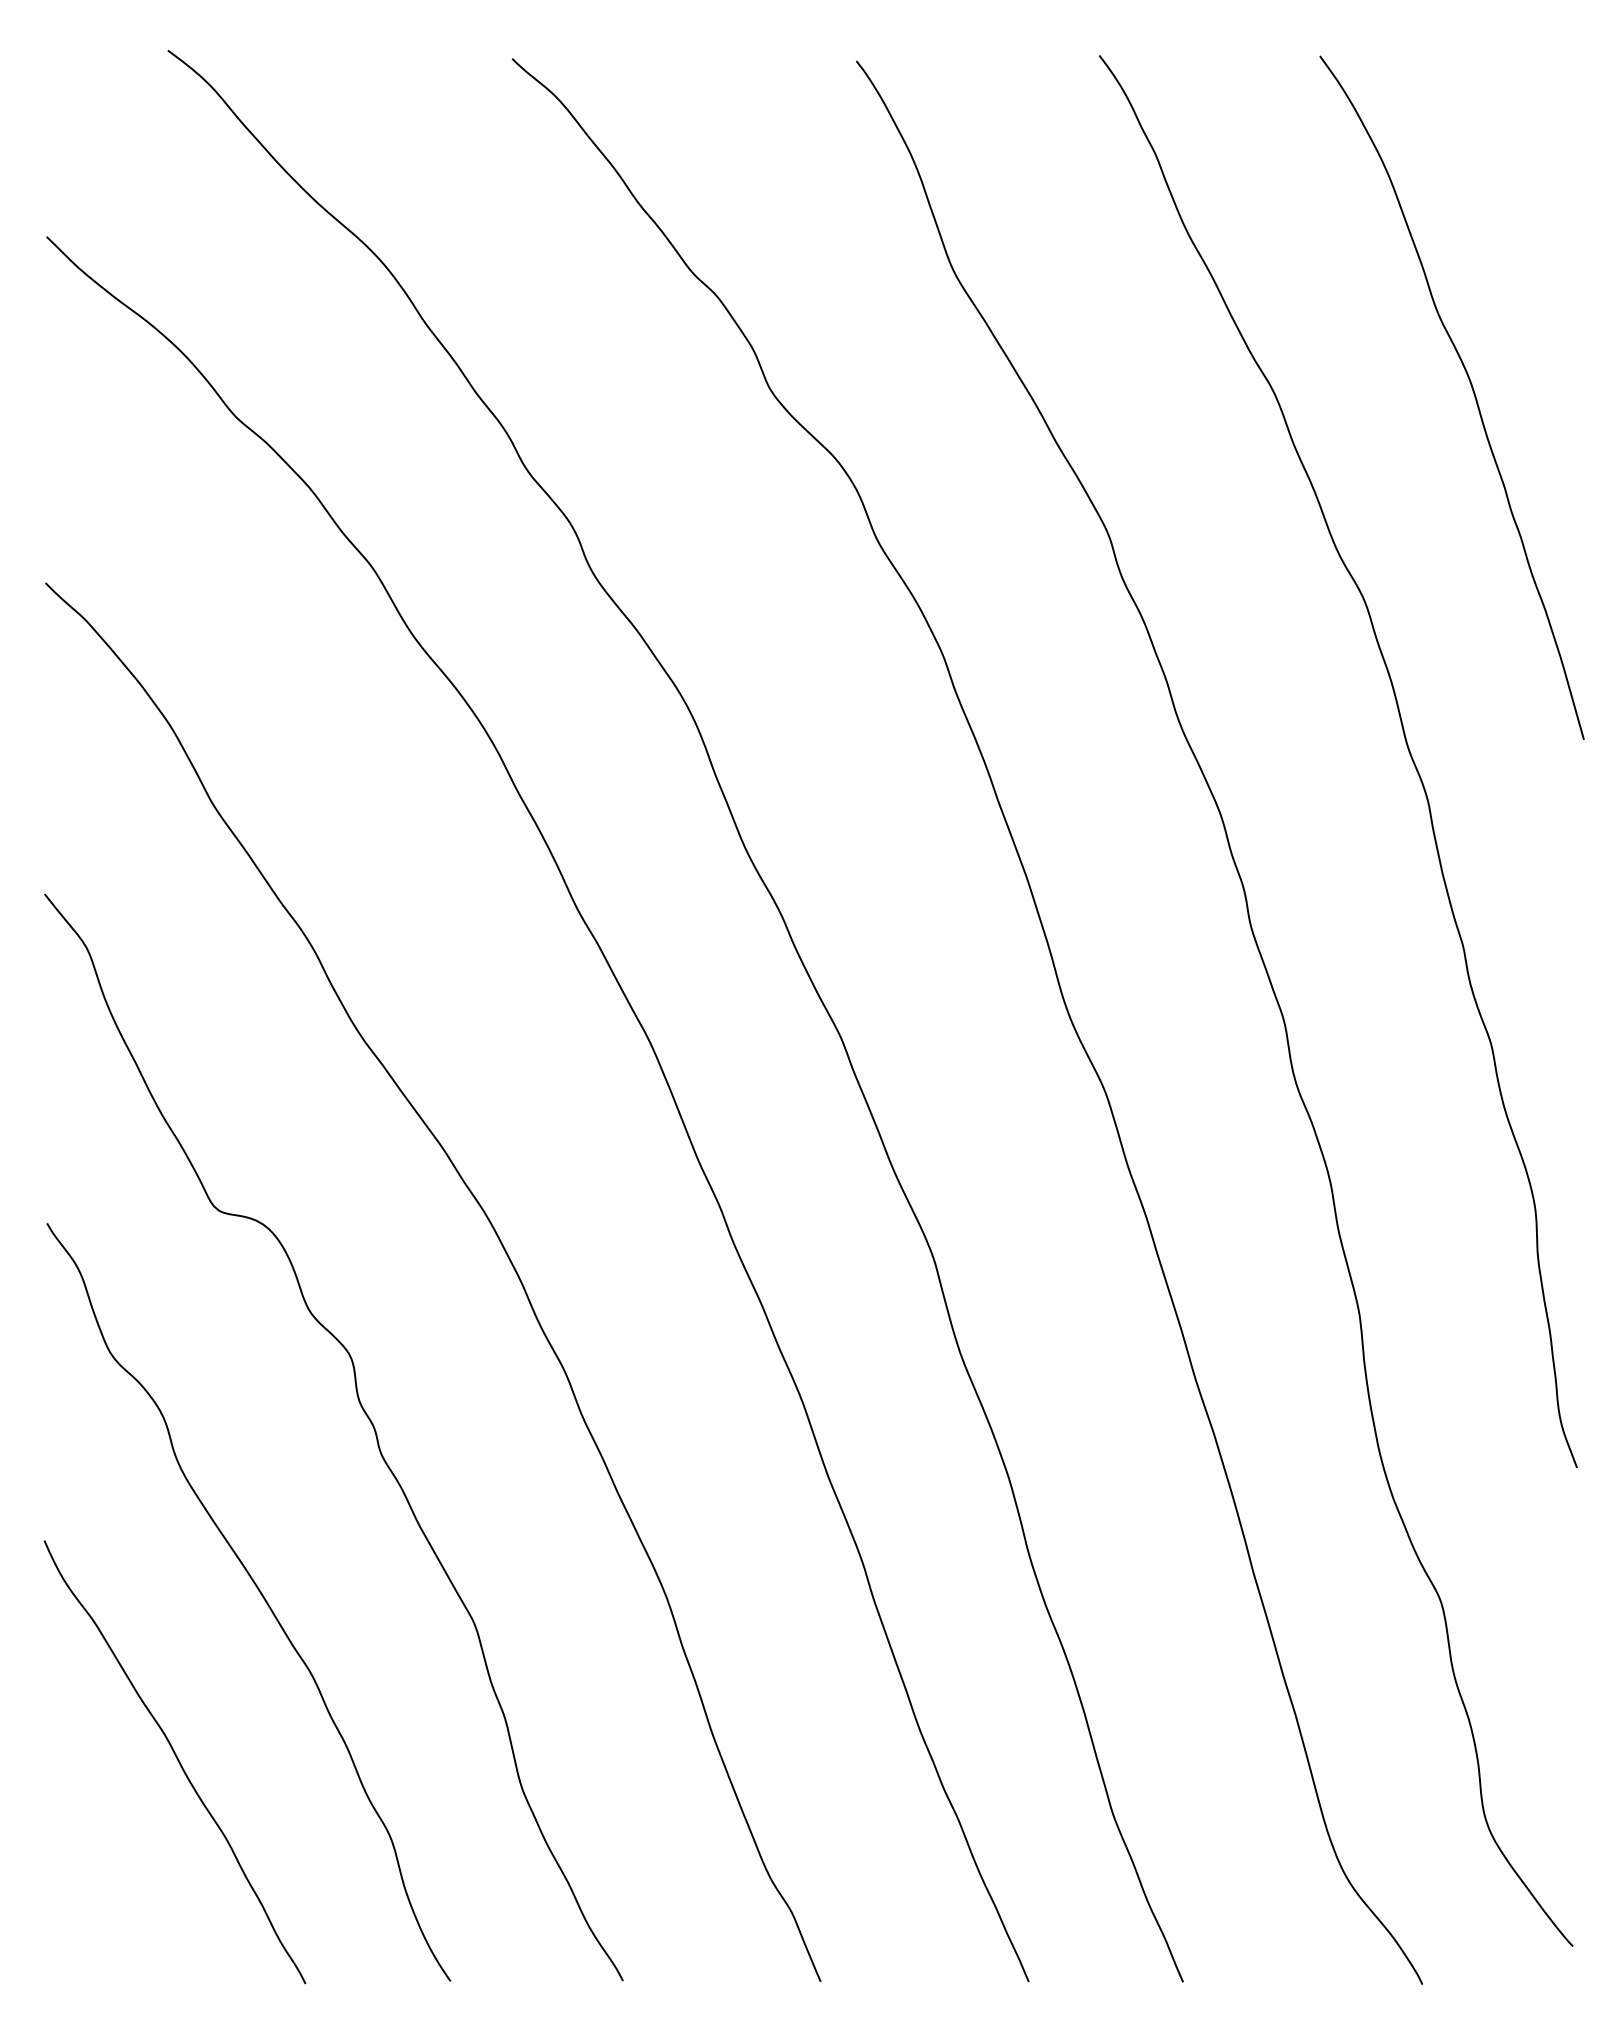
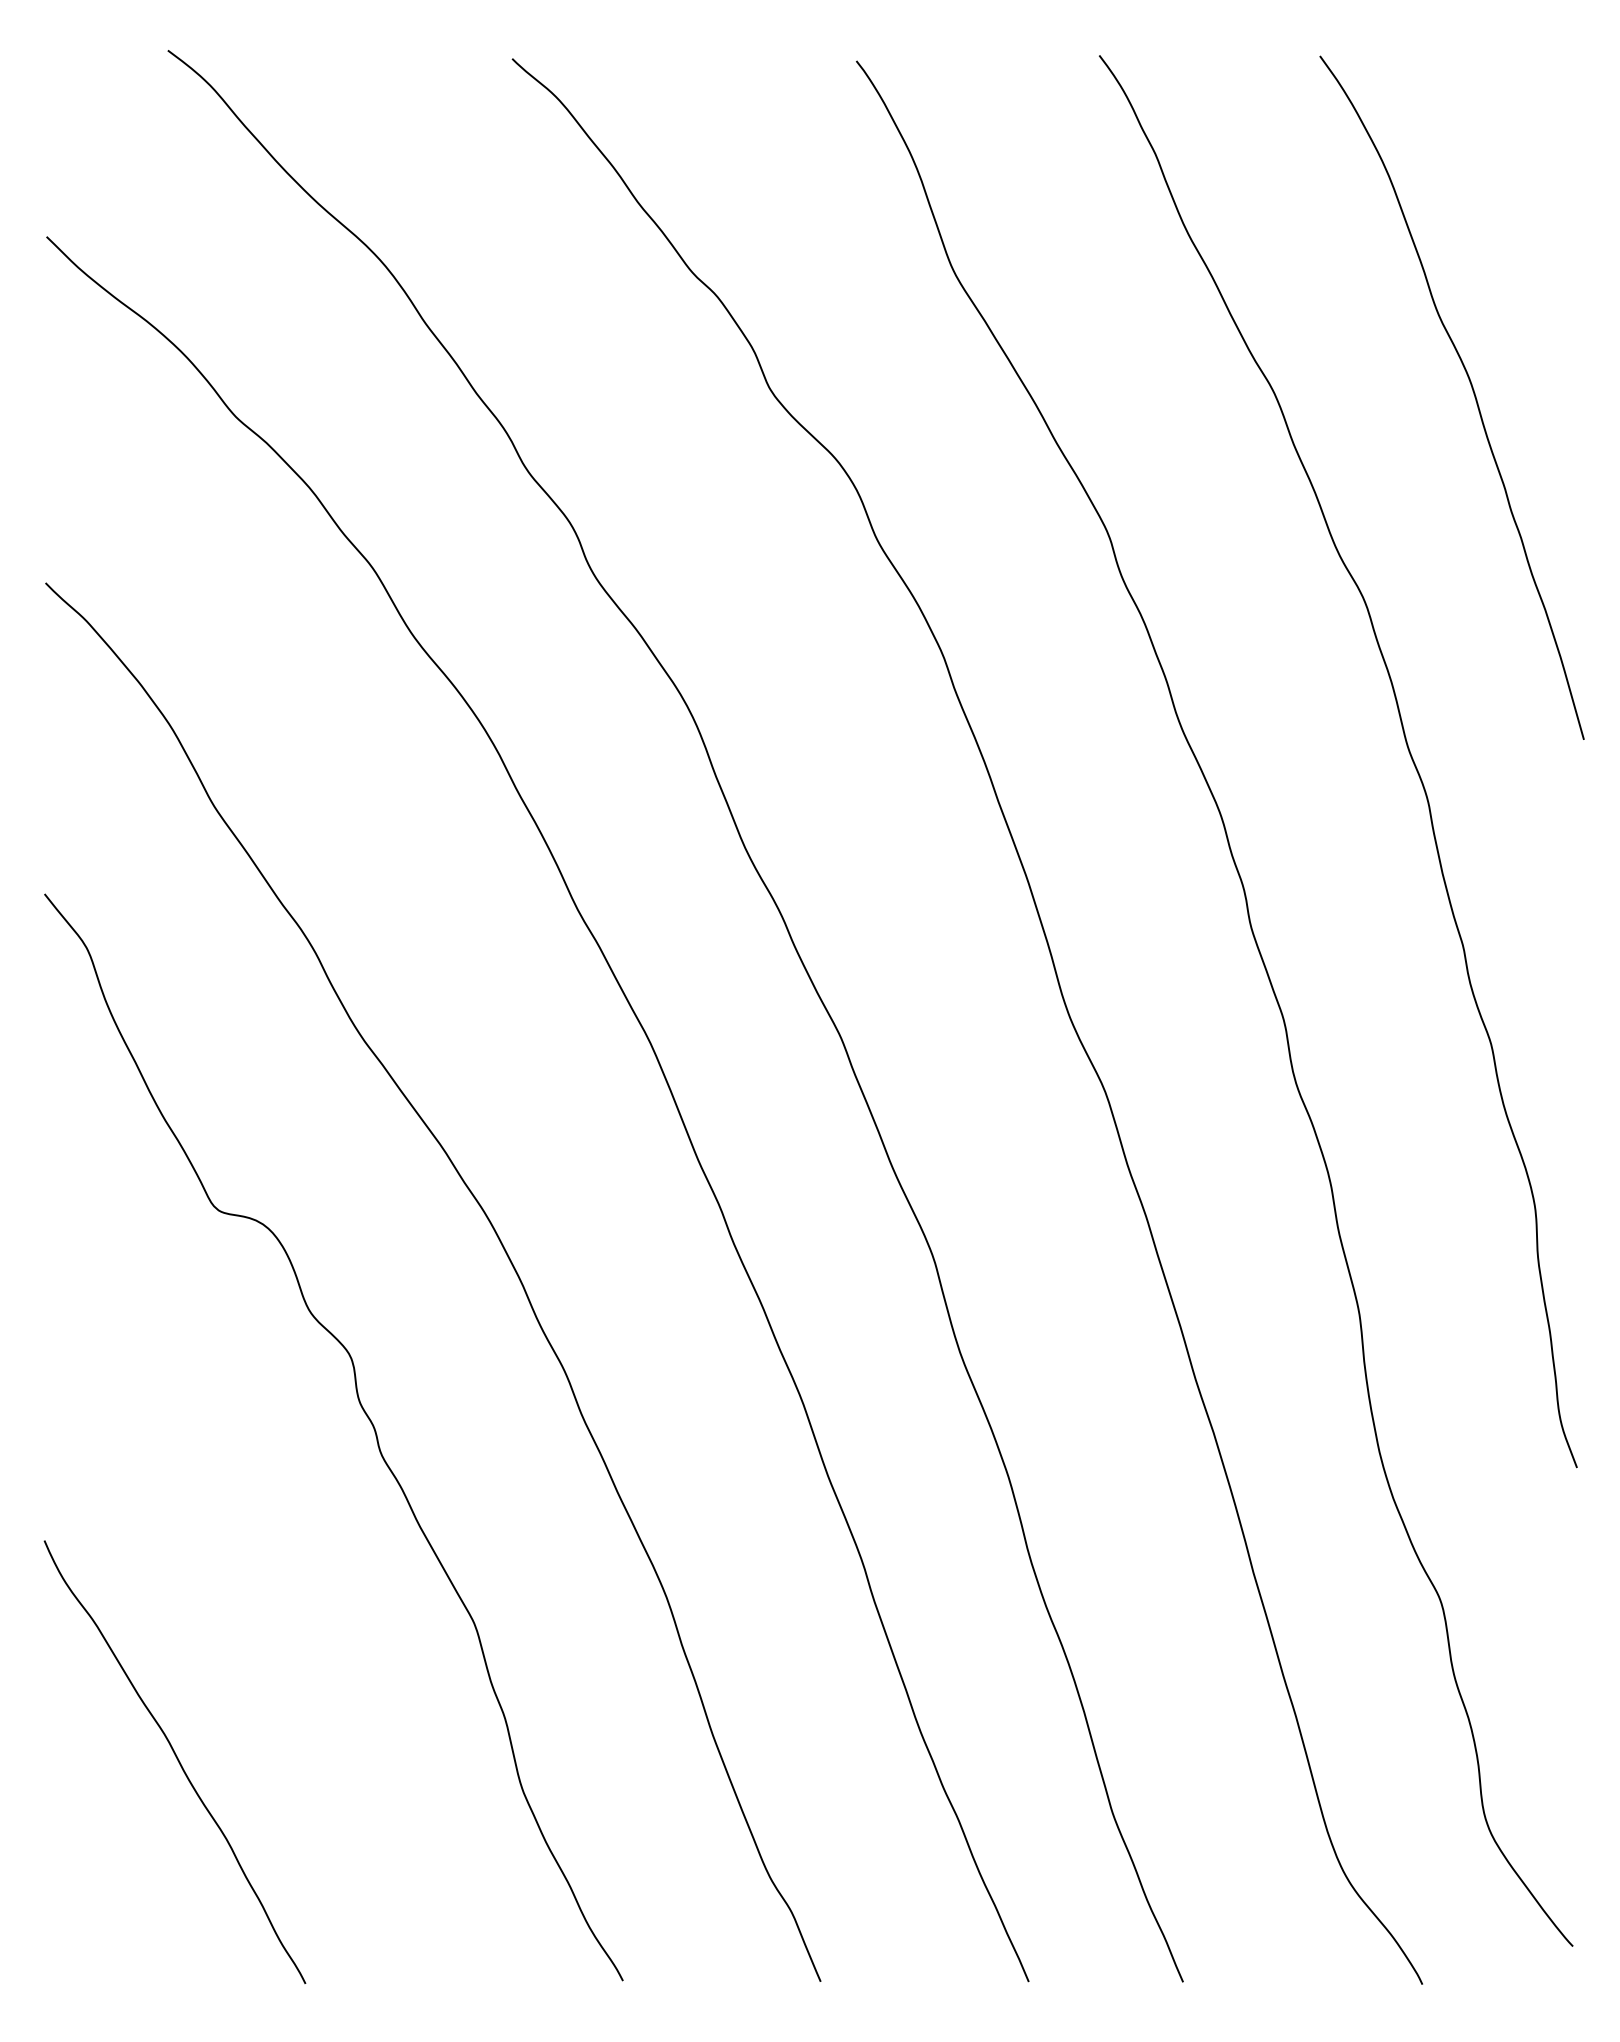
curve at (260, 1594): present -> none
